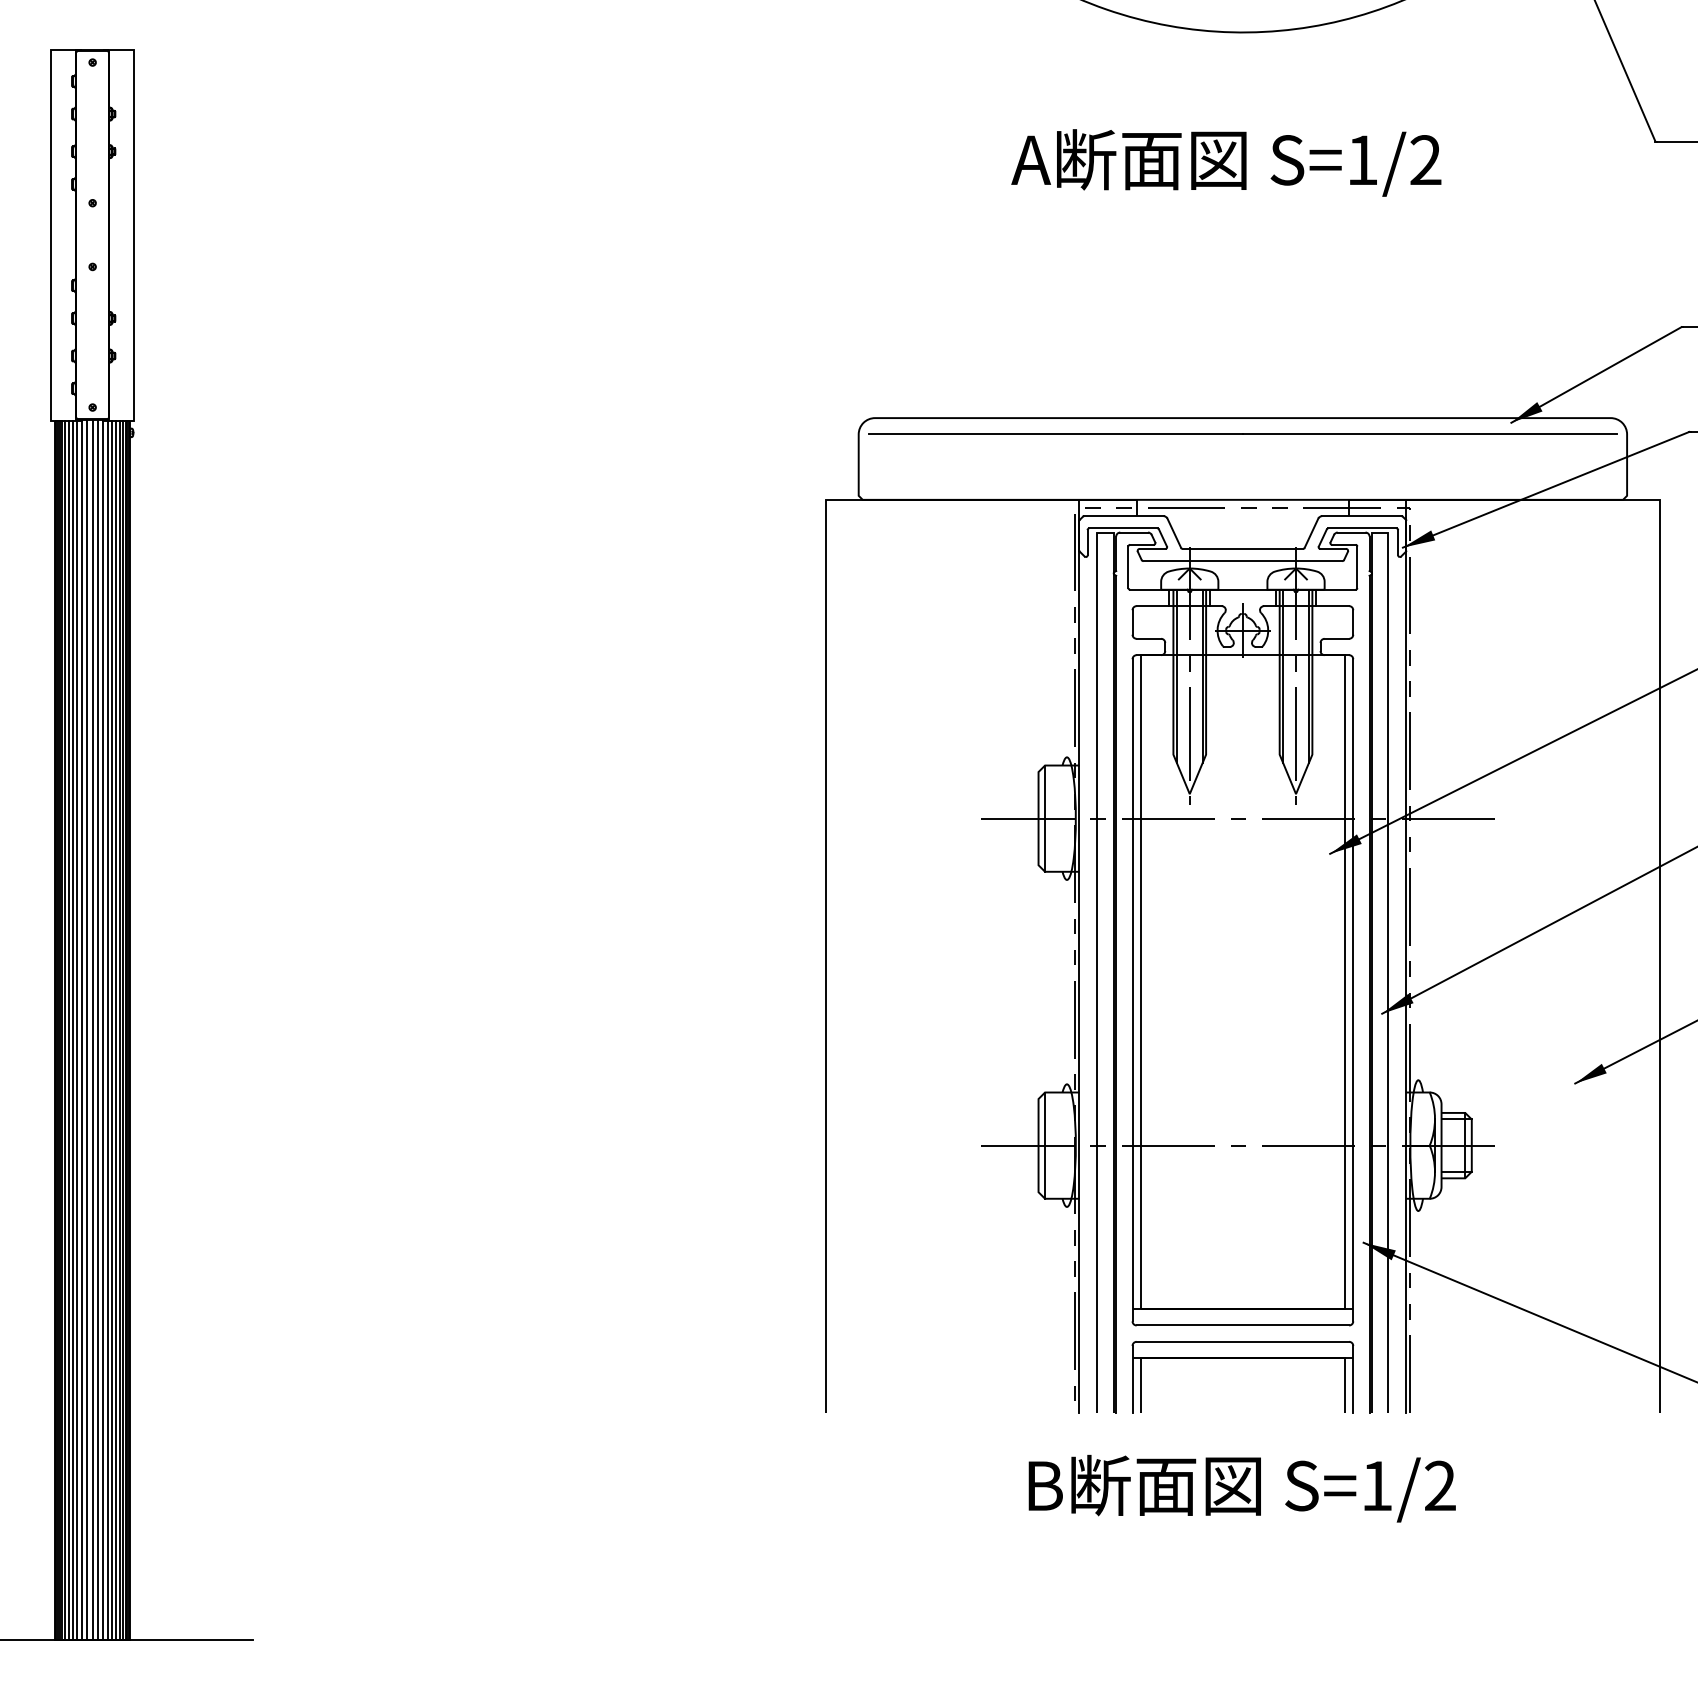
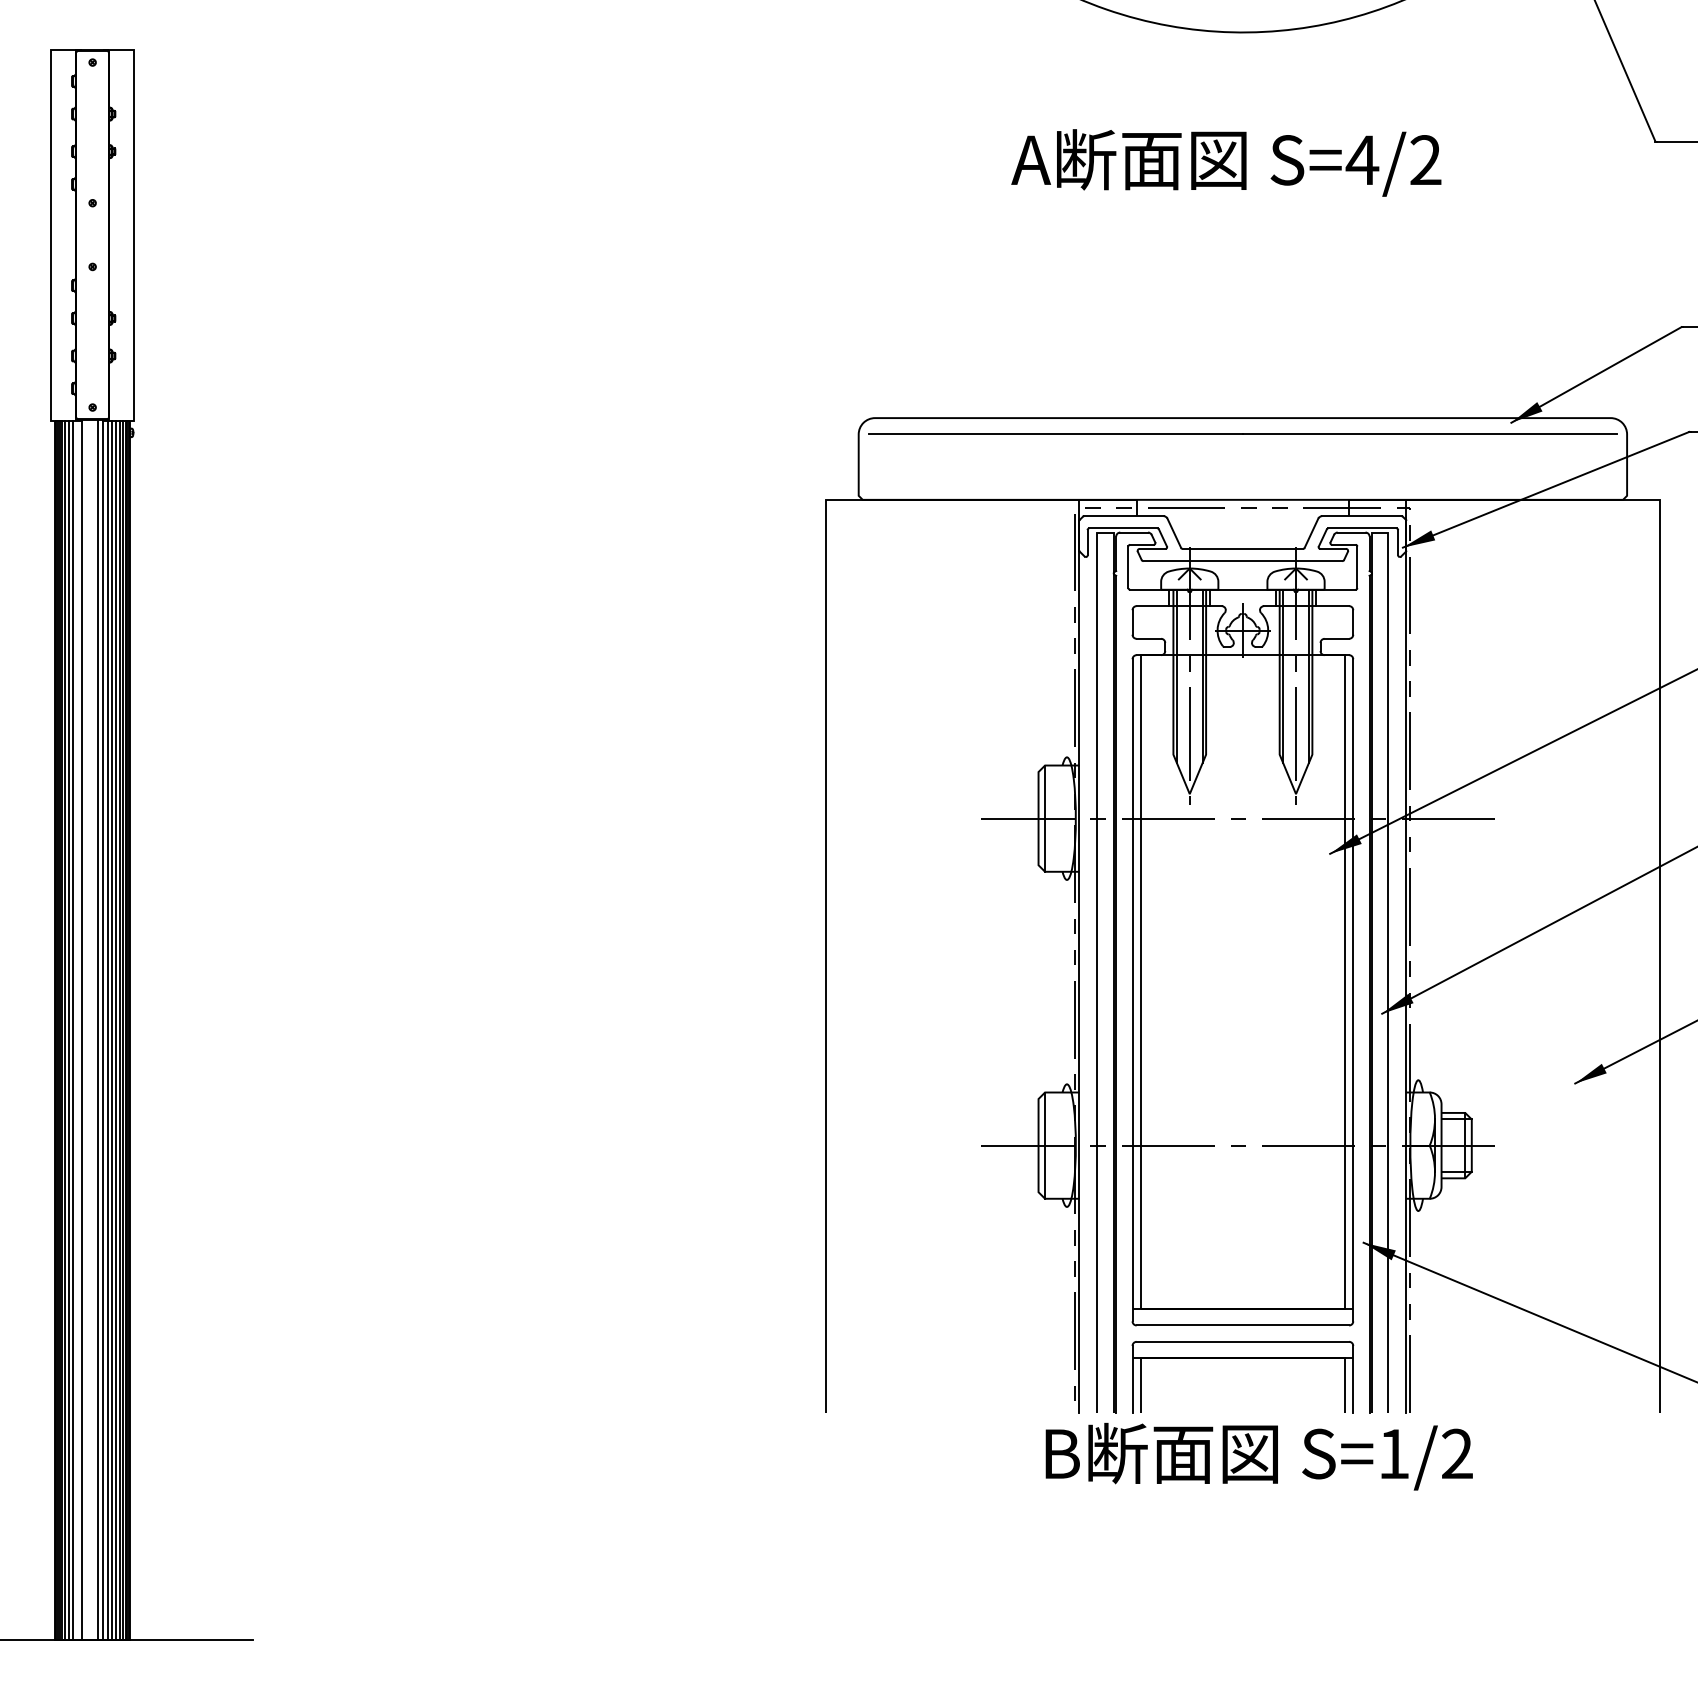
text at (1362, 159): S=1/2 -> S=4/2
line at (87, 1029): present -> none
line at (92, 1029): present -> none
line at (77, 1030): present -> none
text at (1241, 1488) position: (1241, 1488) -> (1258, 1456)
